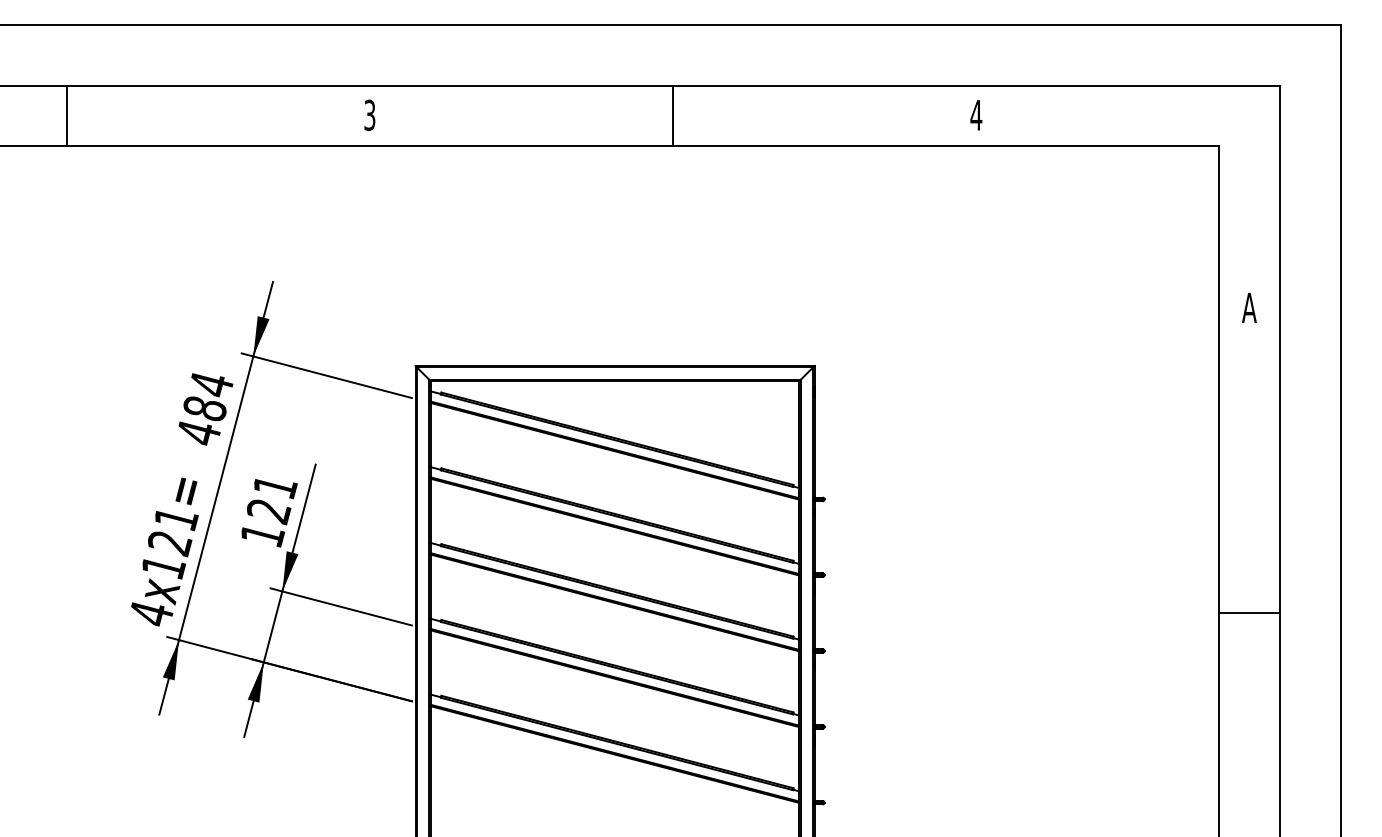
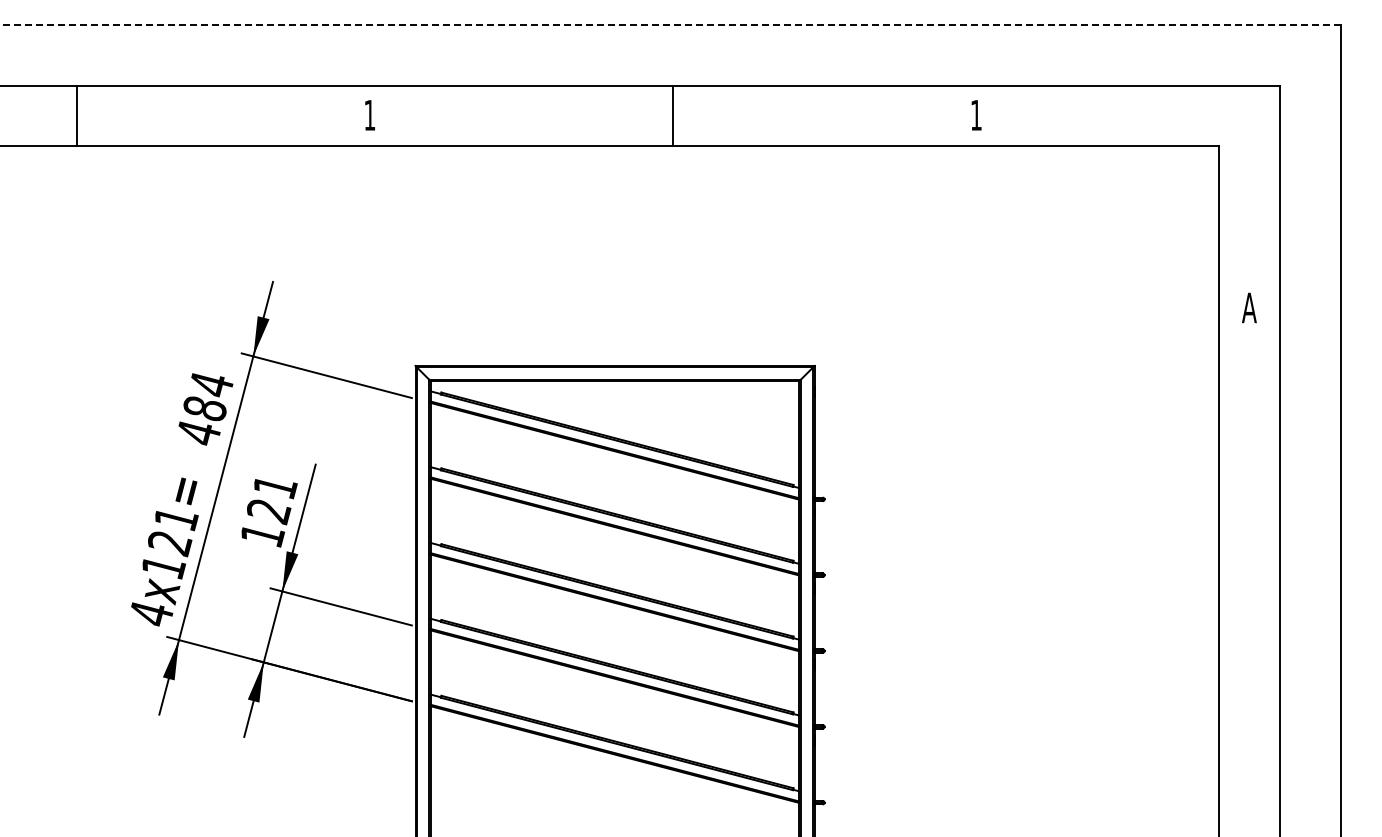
line at (670, 24): solid -> dashed
text at (369, 114): 3 -> 1
line at (66, 115) position: (66, 115) -> (76, 115)
text at (976, 115): 4 -> 1
line at (1249, 613): present -> none
